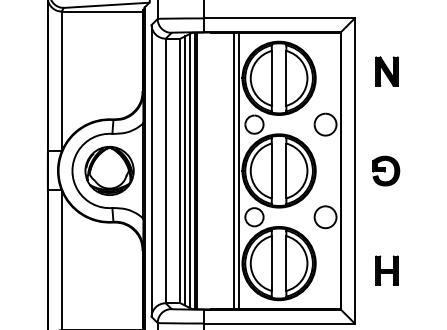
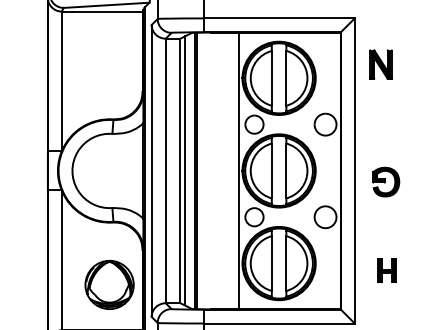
part at (386, 71) position: (386, 71) -> (380, 64)
part at (109, 170) position: (109, 170) -> (109, 284)
line at (189, 170): present -> none
line at (234, 170): present -> none
part at (386, 170) position: (386, 170) -> (386, 181)
part at (386, 270) size: 24x31 px -> 20x25 px
